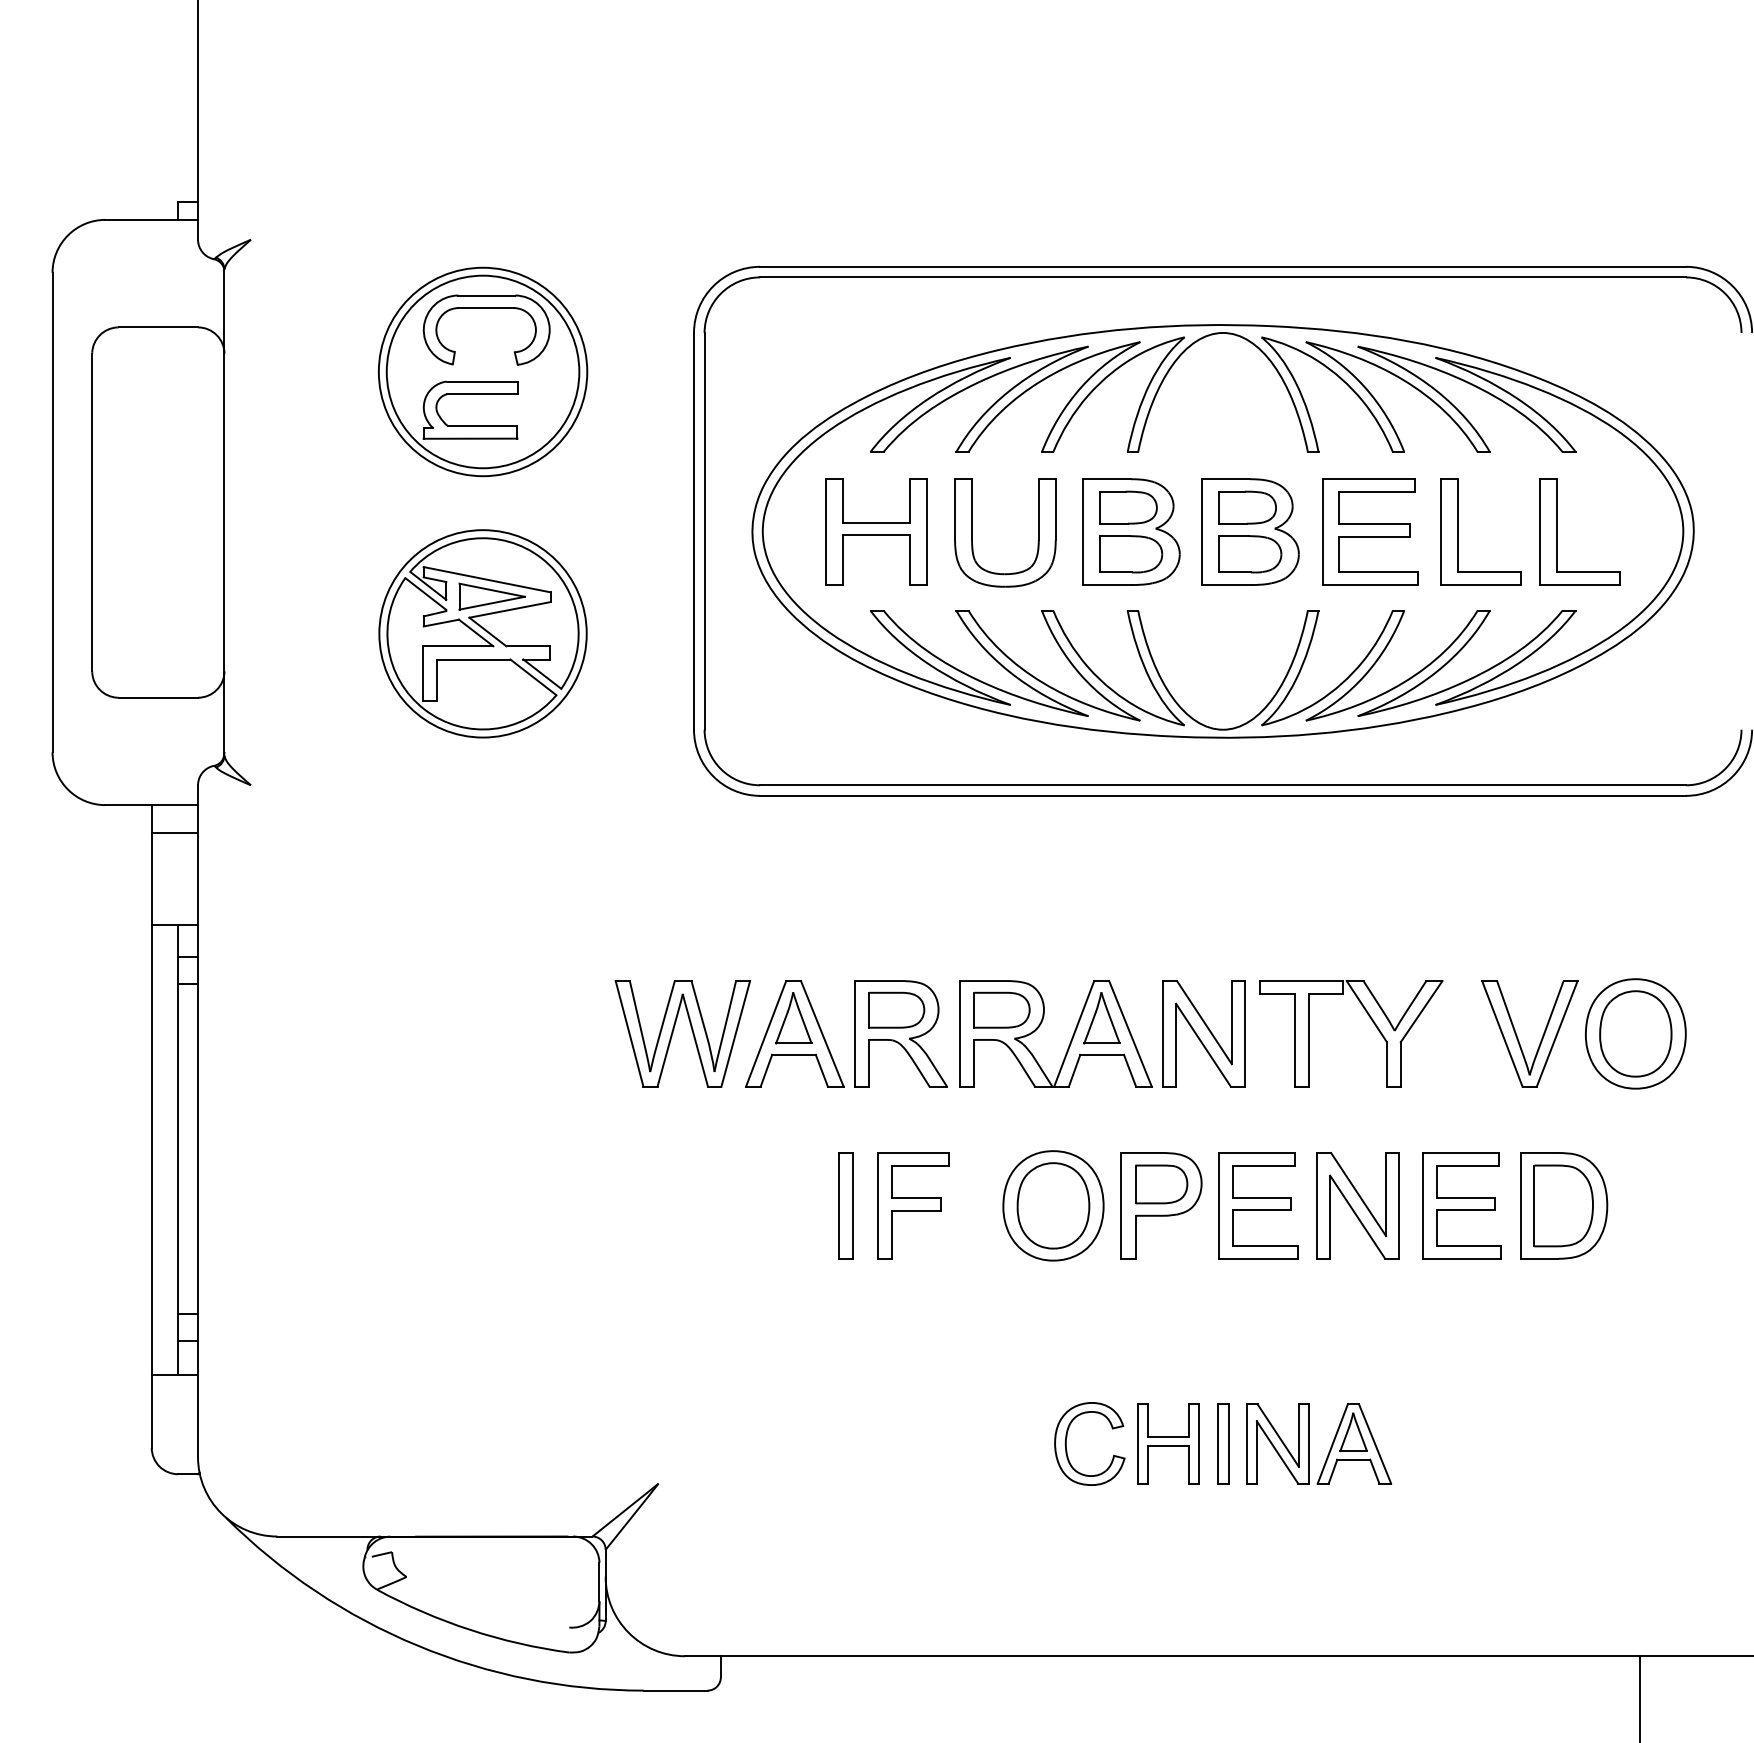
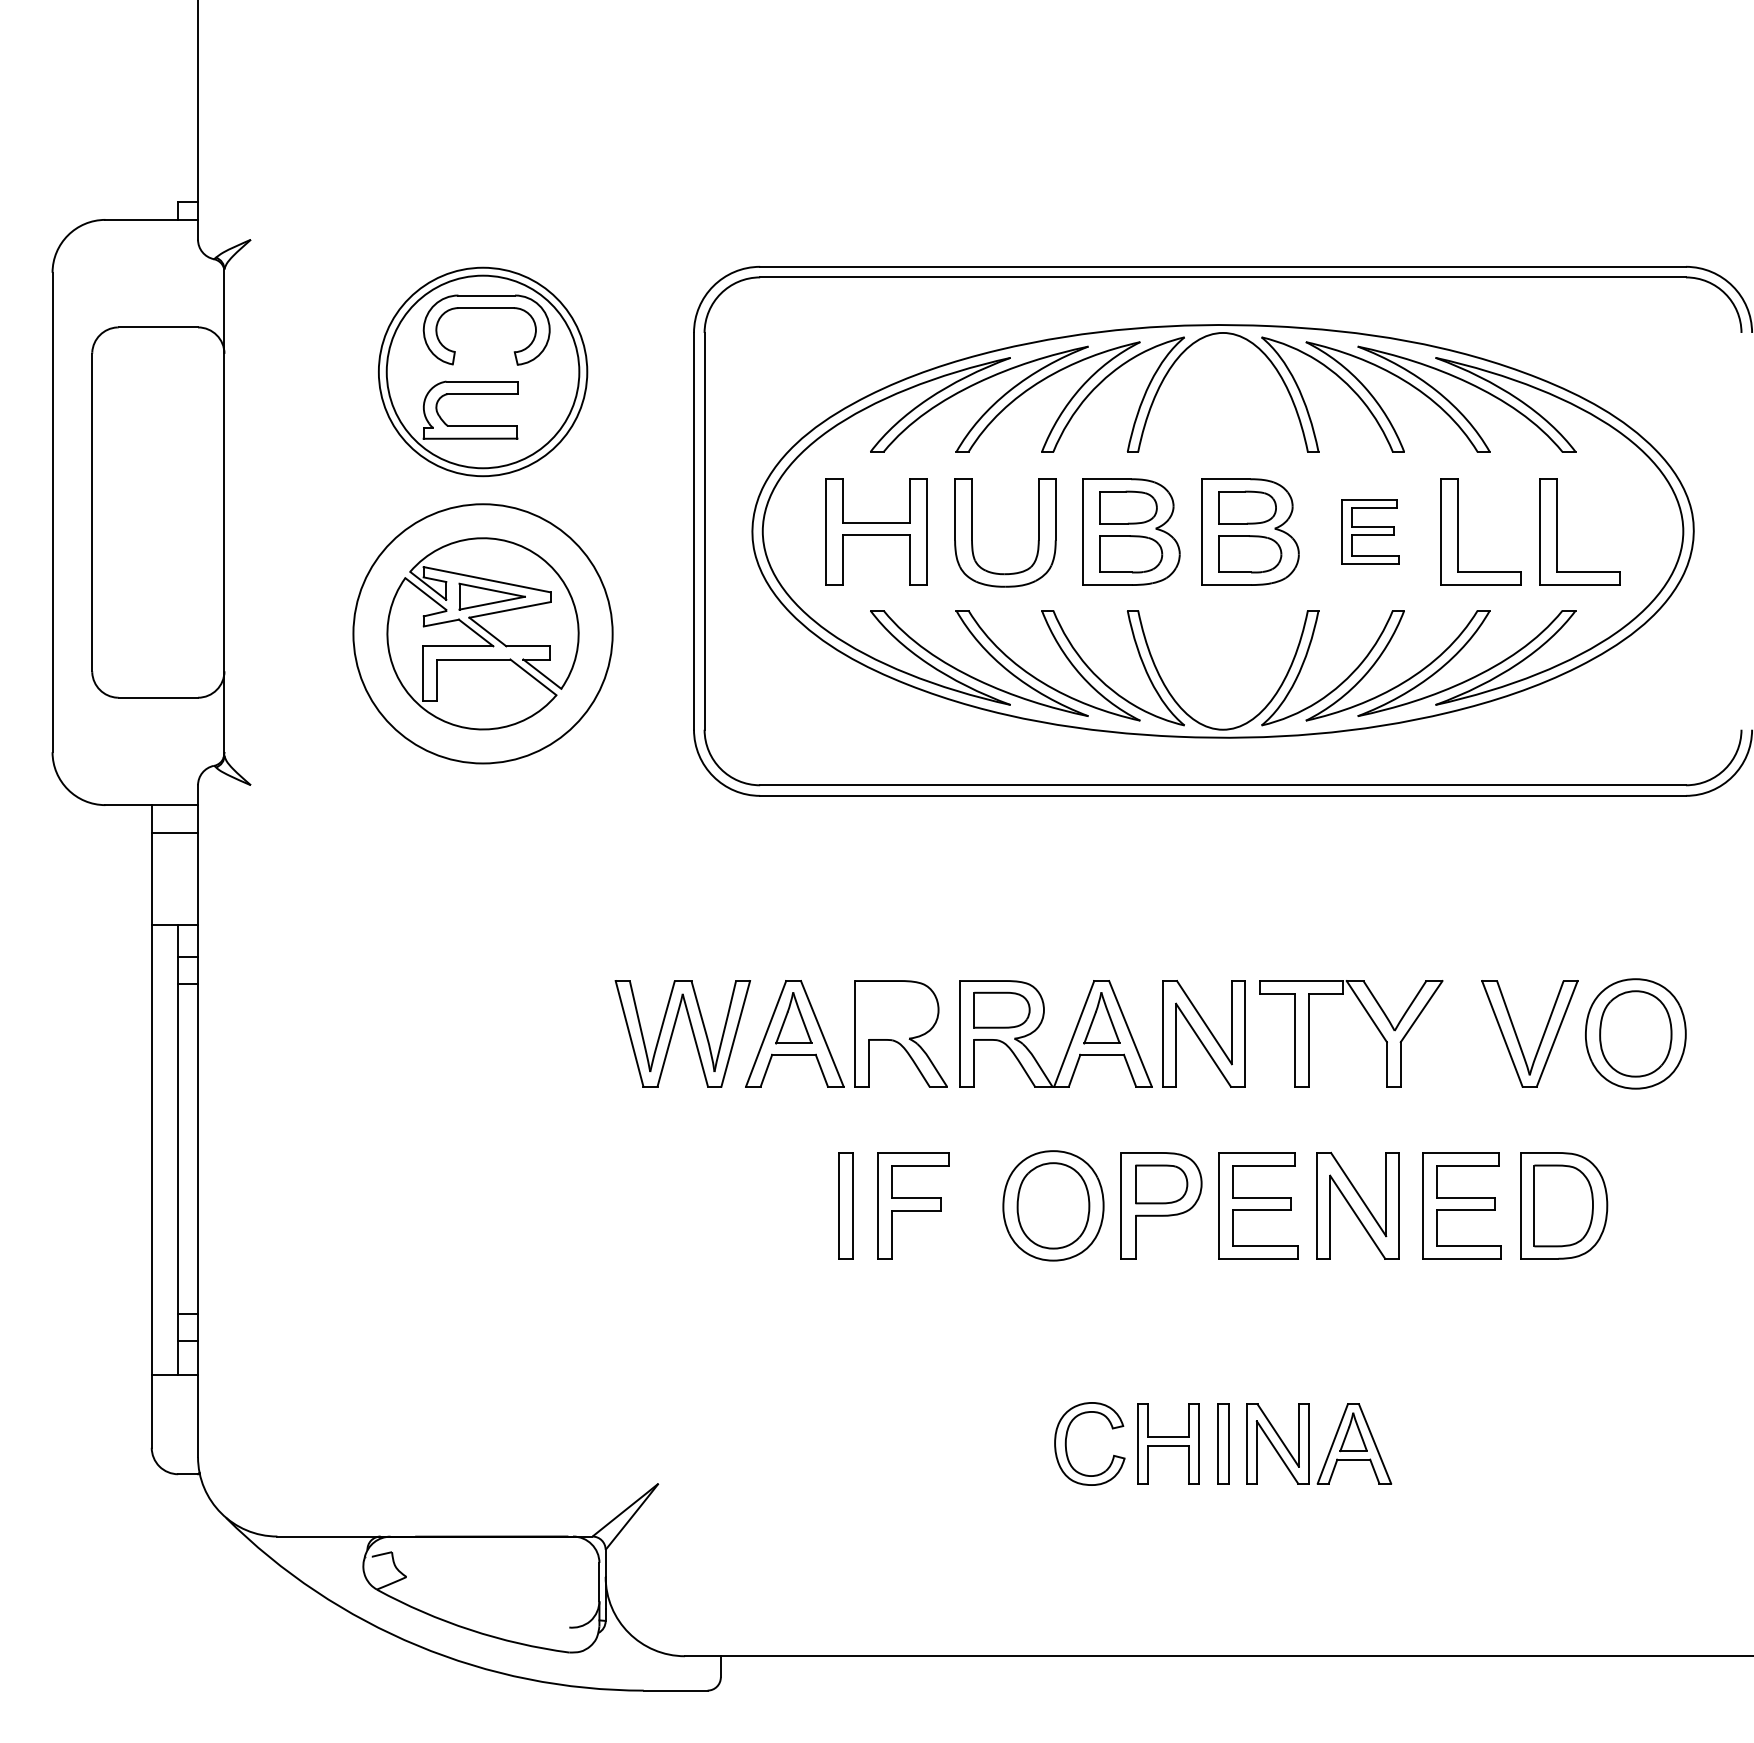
part at (1370, 531) size: 97x108 px -> 59x66 px
circle at (482, 633) diameter: 207 px -> 259 px
part at (896, 1009): present -> none
line at (1640, 1697): present -> none
